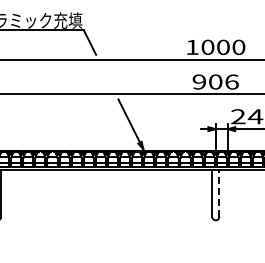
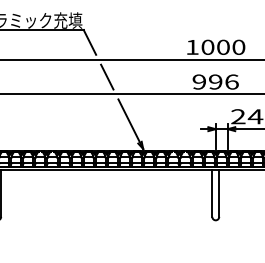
line at (107, 76): none -> present
text at (215, 81): 906 -> 996
line at (219, 193): dashed -> solid
